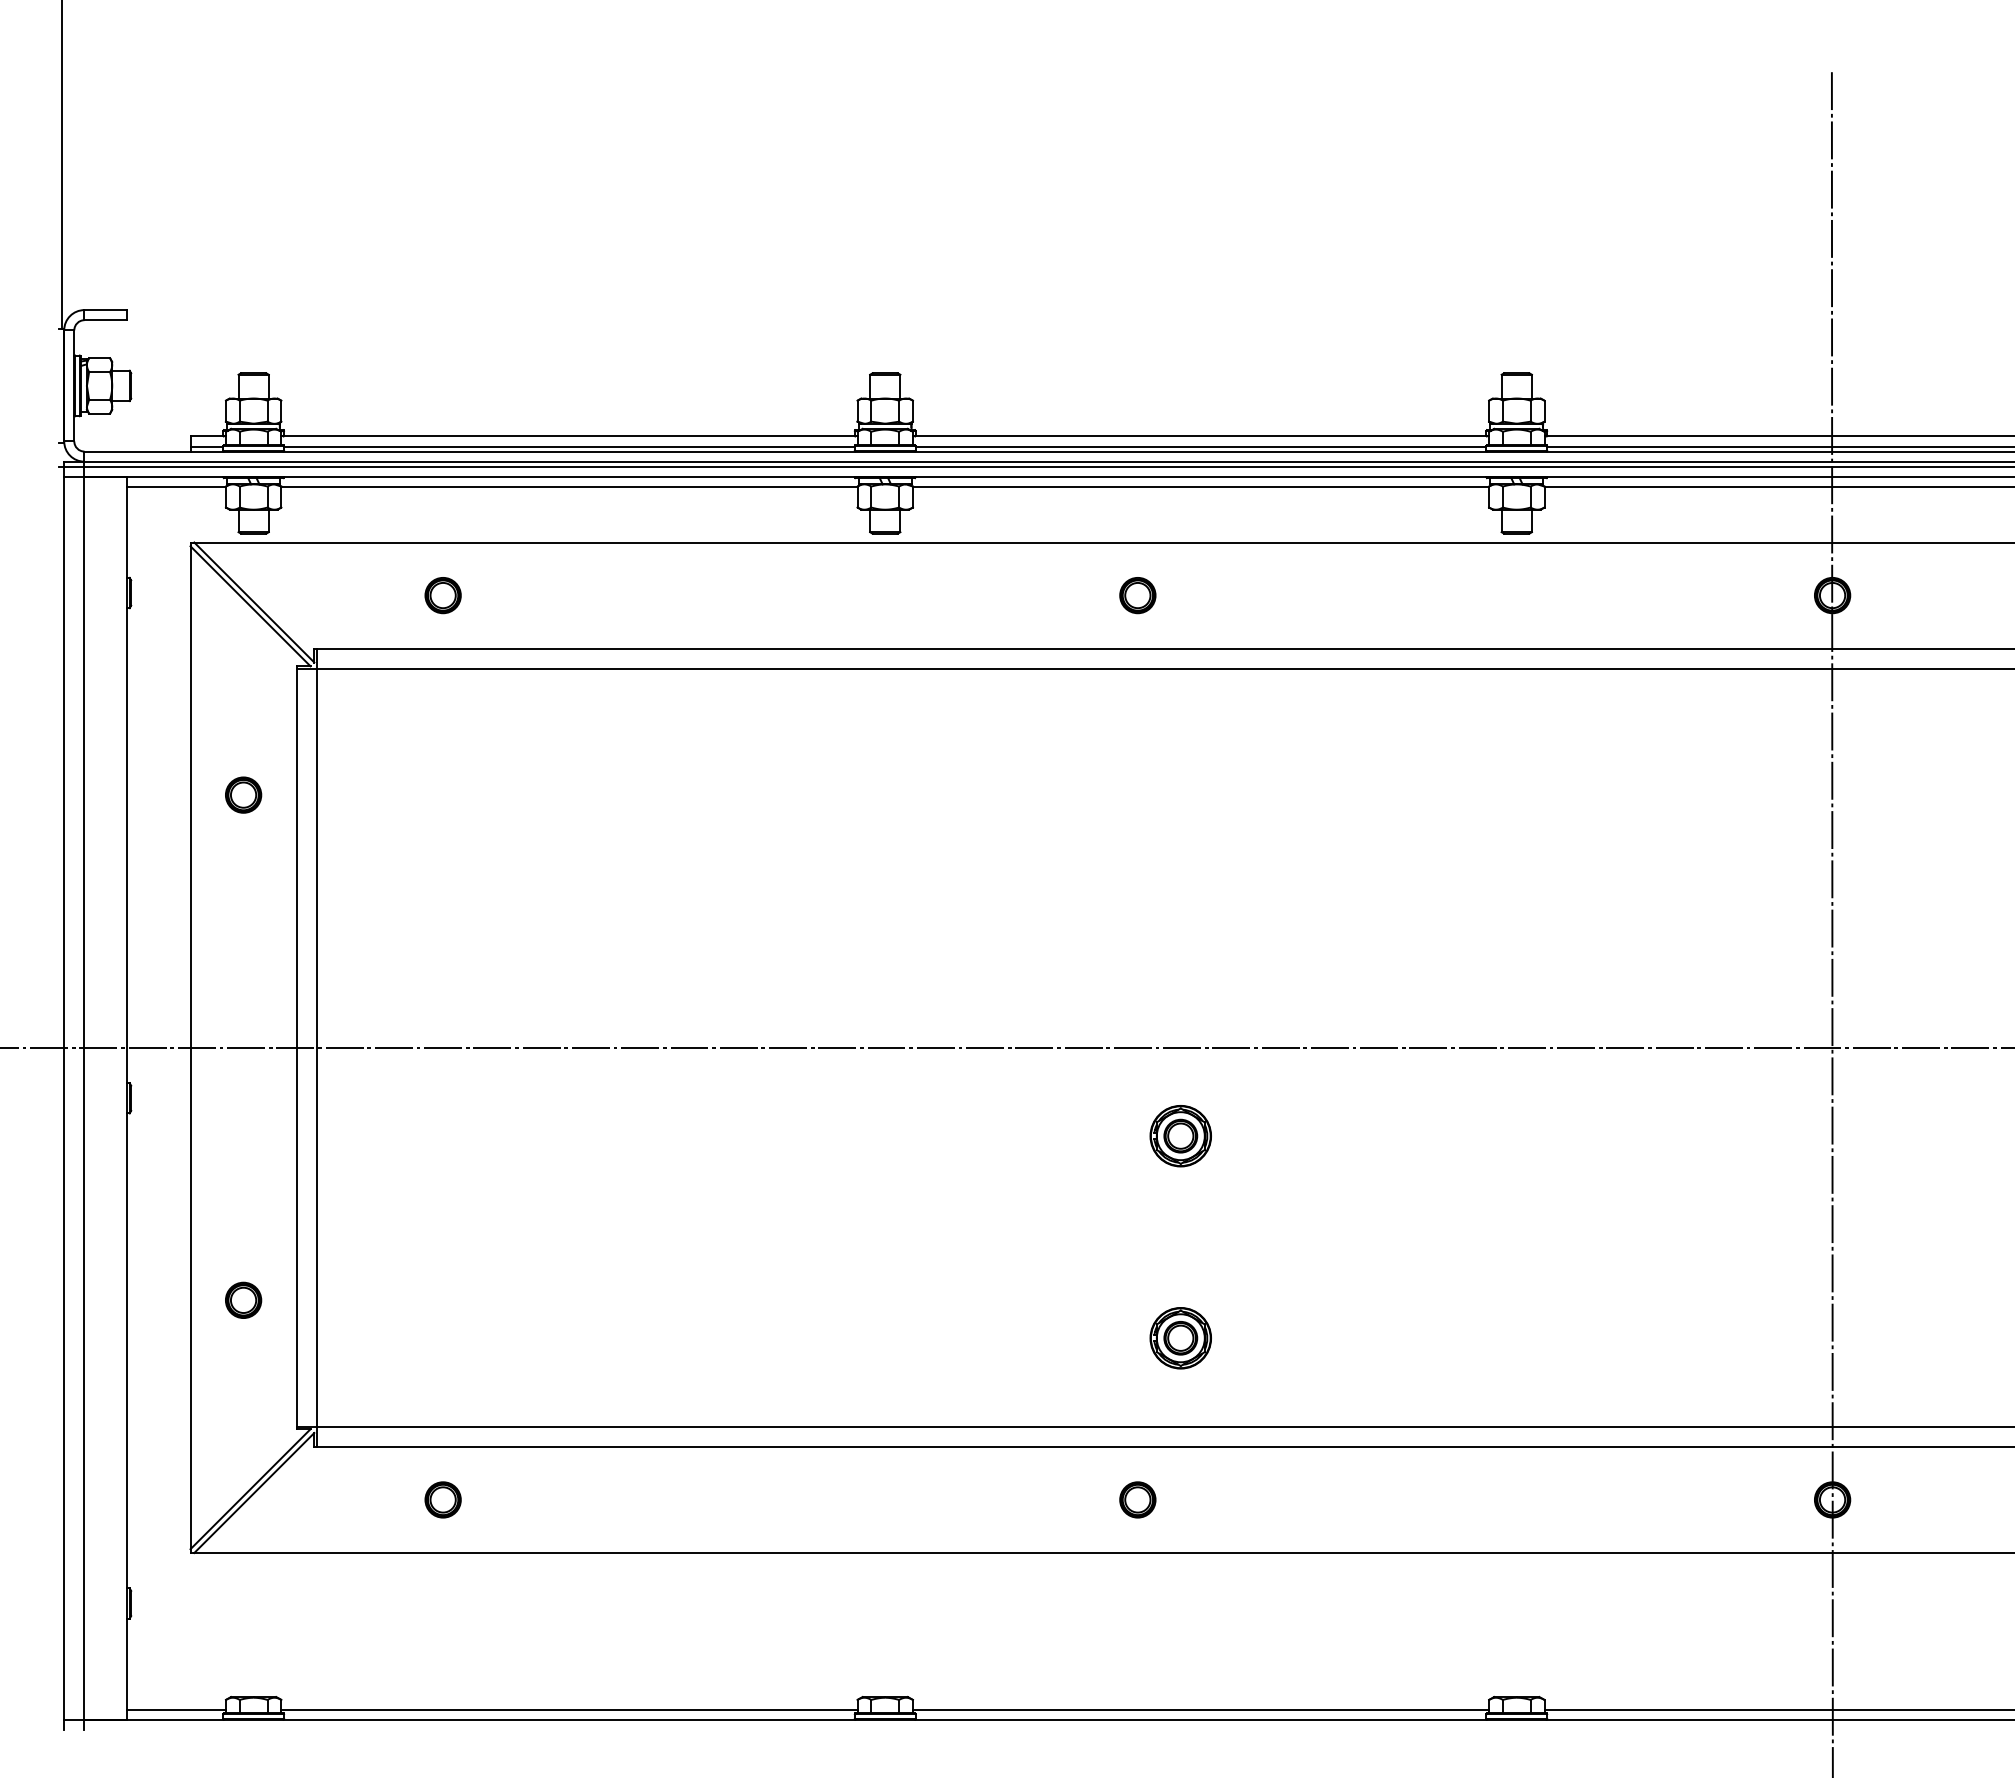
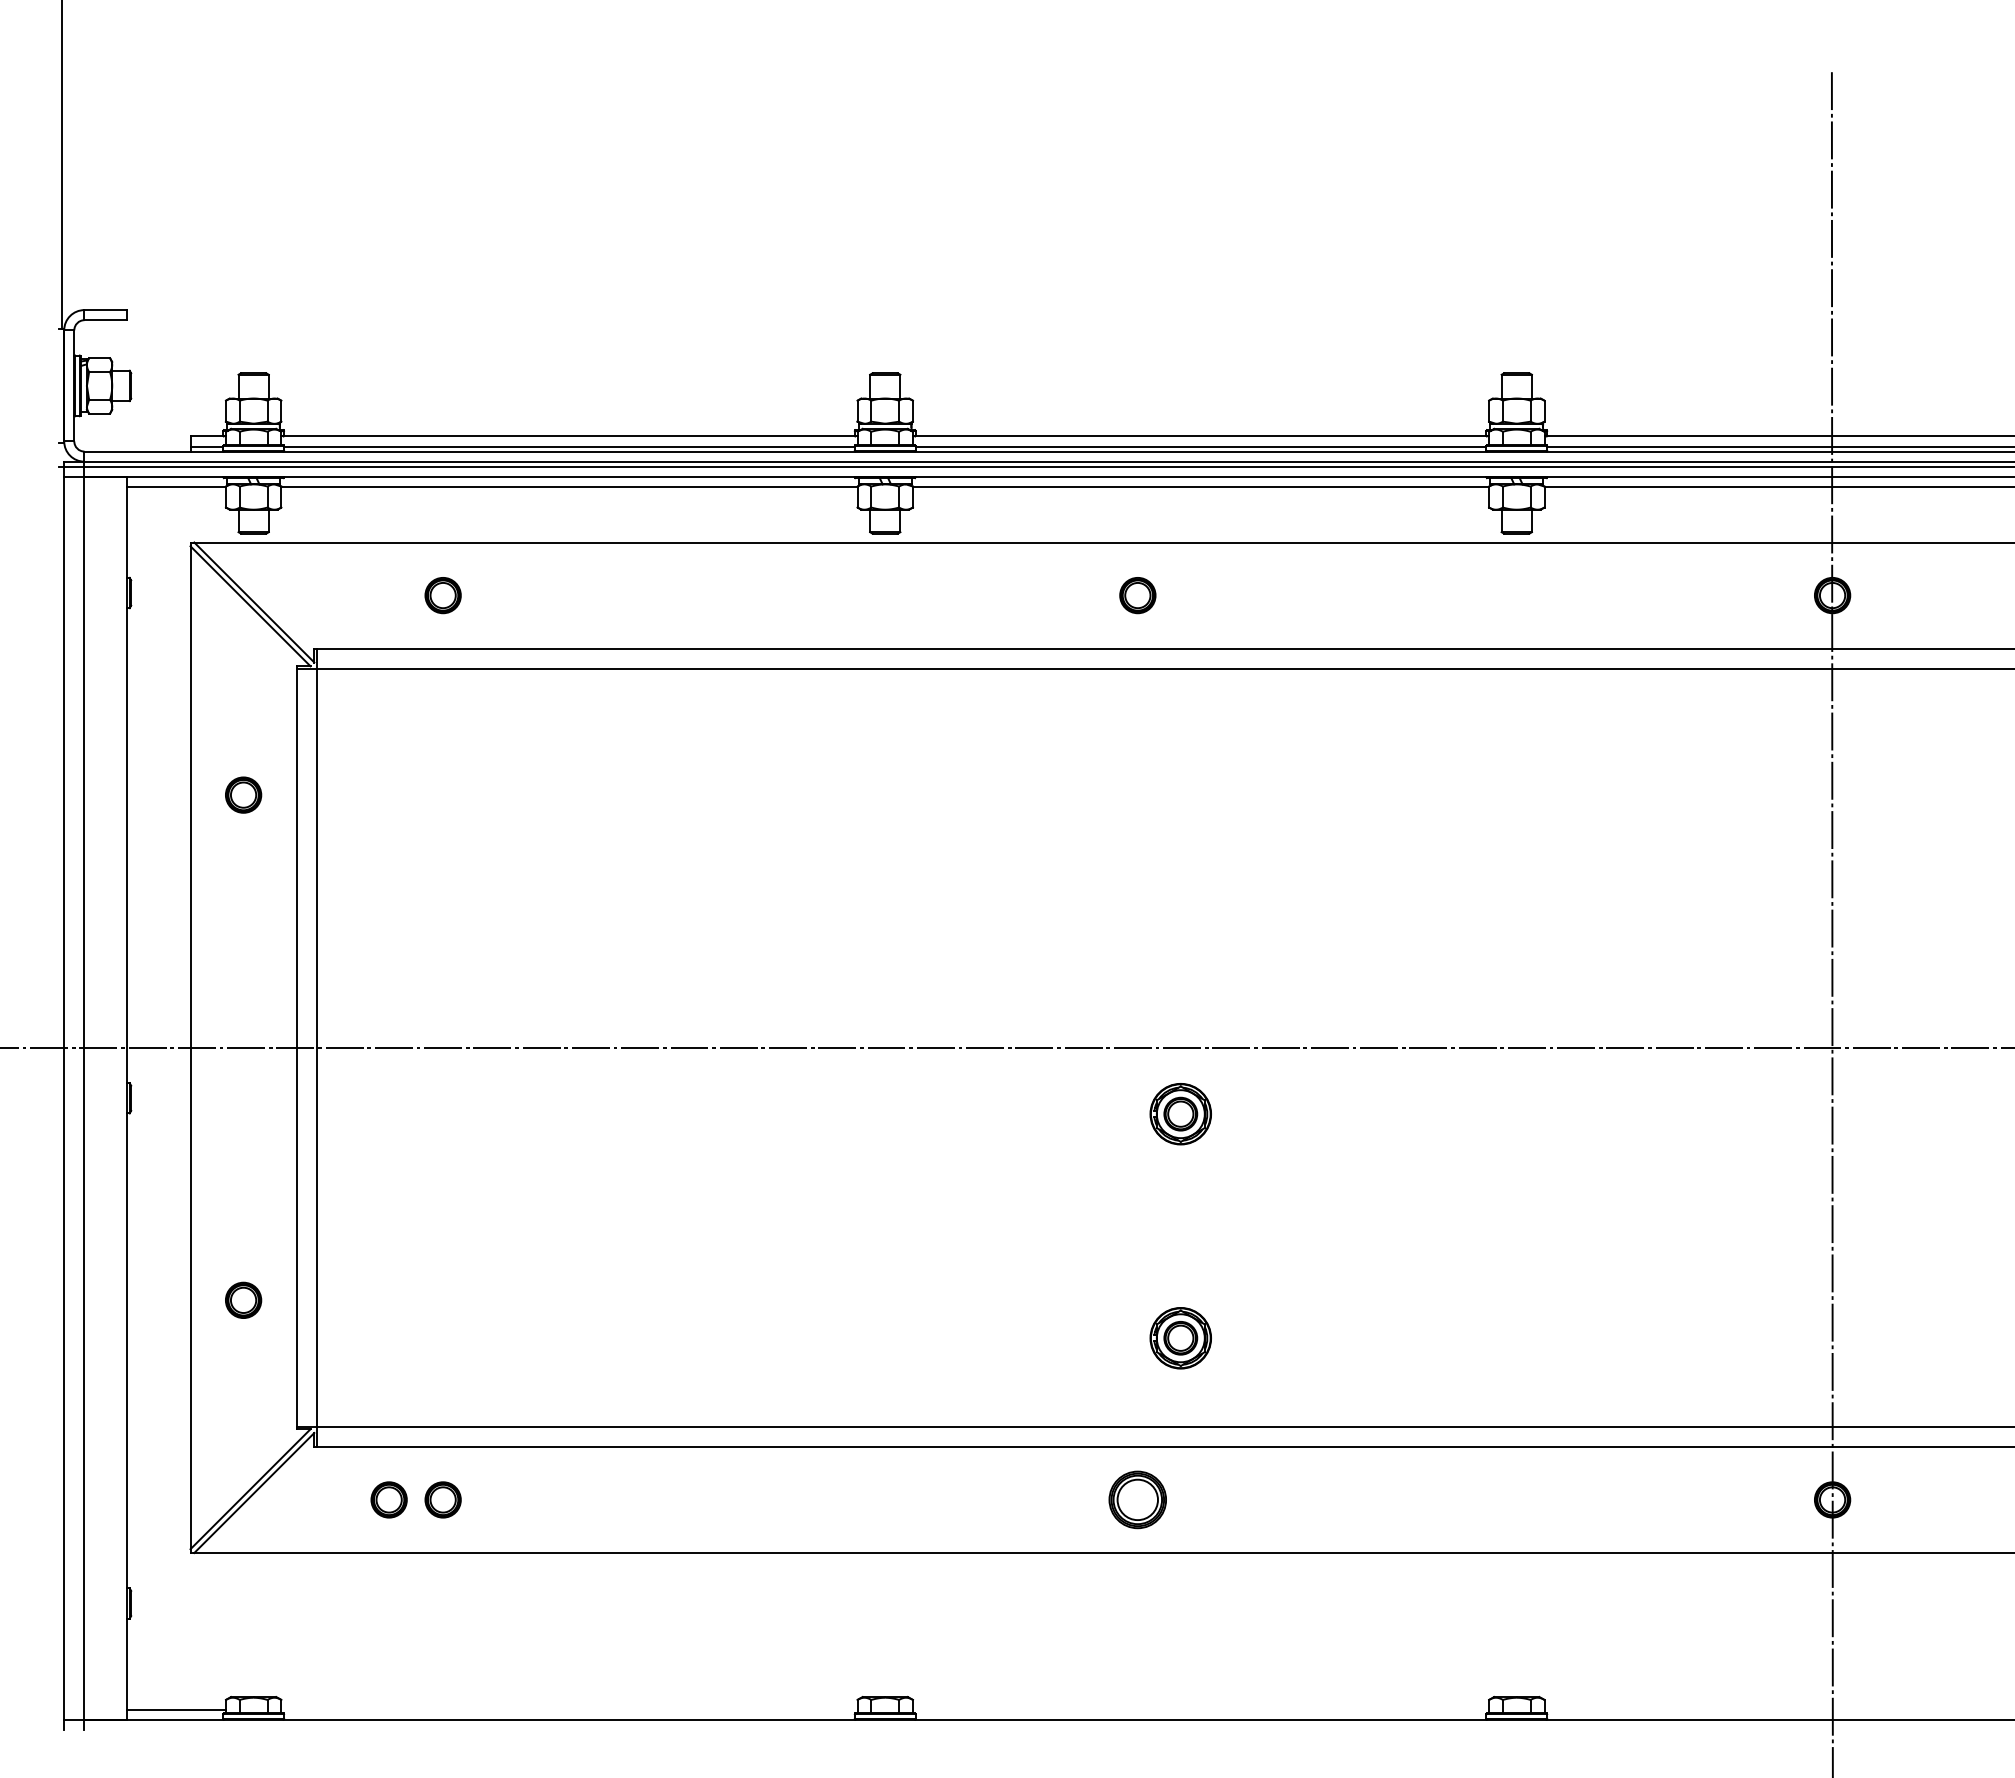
part at (1180, 1136) position: (1180, 1136) -> (1180, 1114)
part at (388, 1499): none -> present
part at (1137, 1499) size: 38x38 px -> 59x60 px
line at (569, 1709): present -> none
line at (1200, 1709): present -> none
line at (1777, 1709): present -> none
